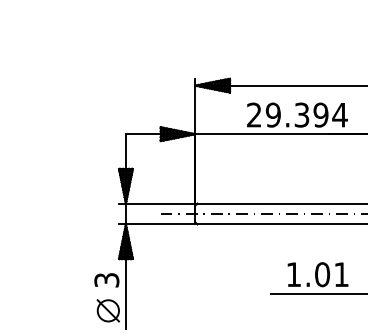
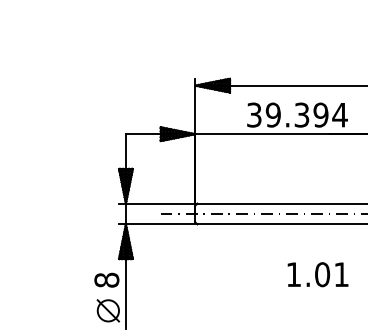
text at (254, 114): 29.394 -> 39.394
text at (106, 279): 3 -> 8
line at (317, 293): present -> none
